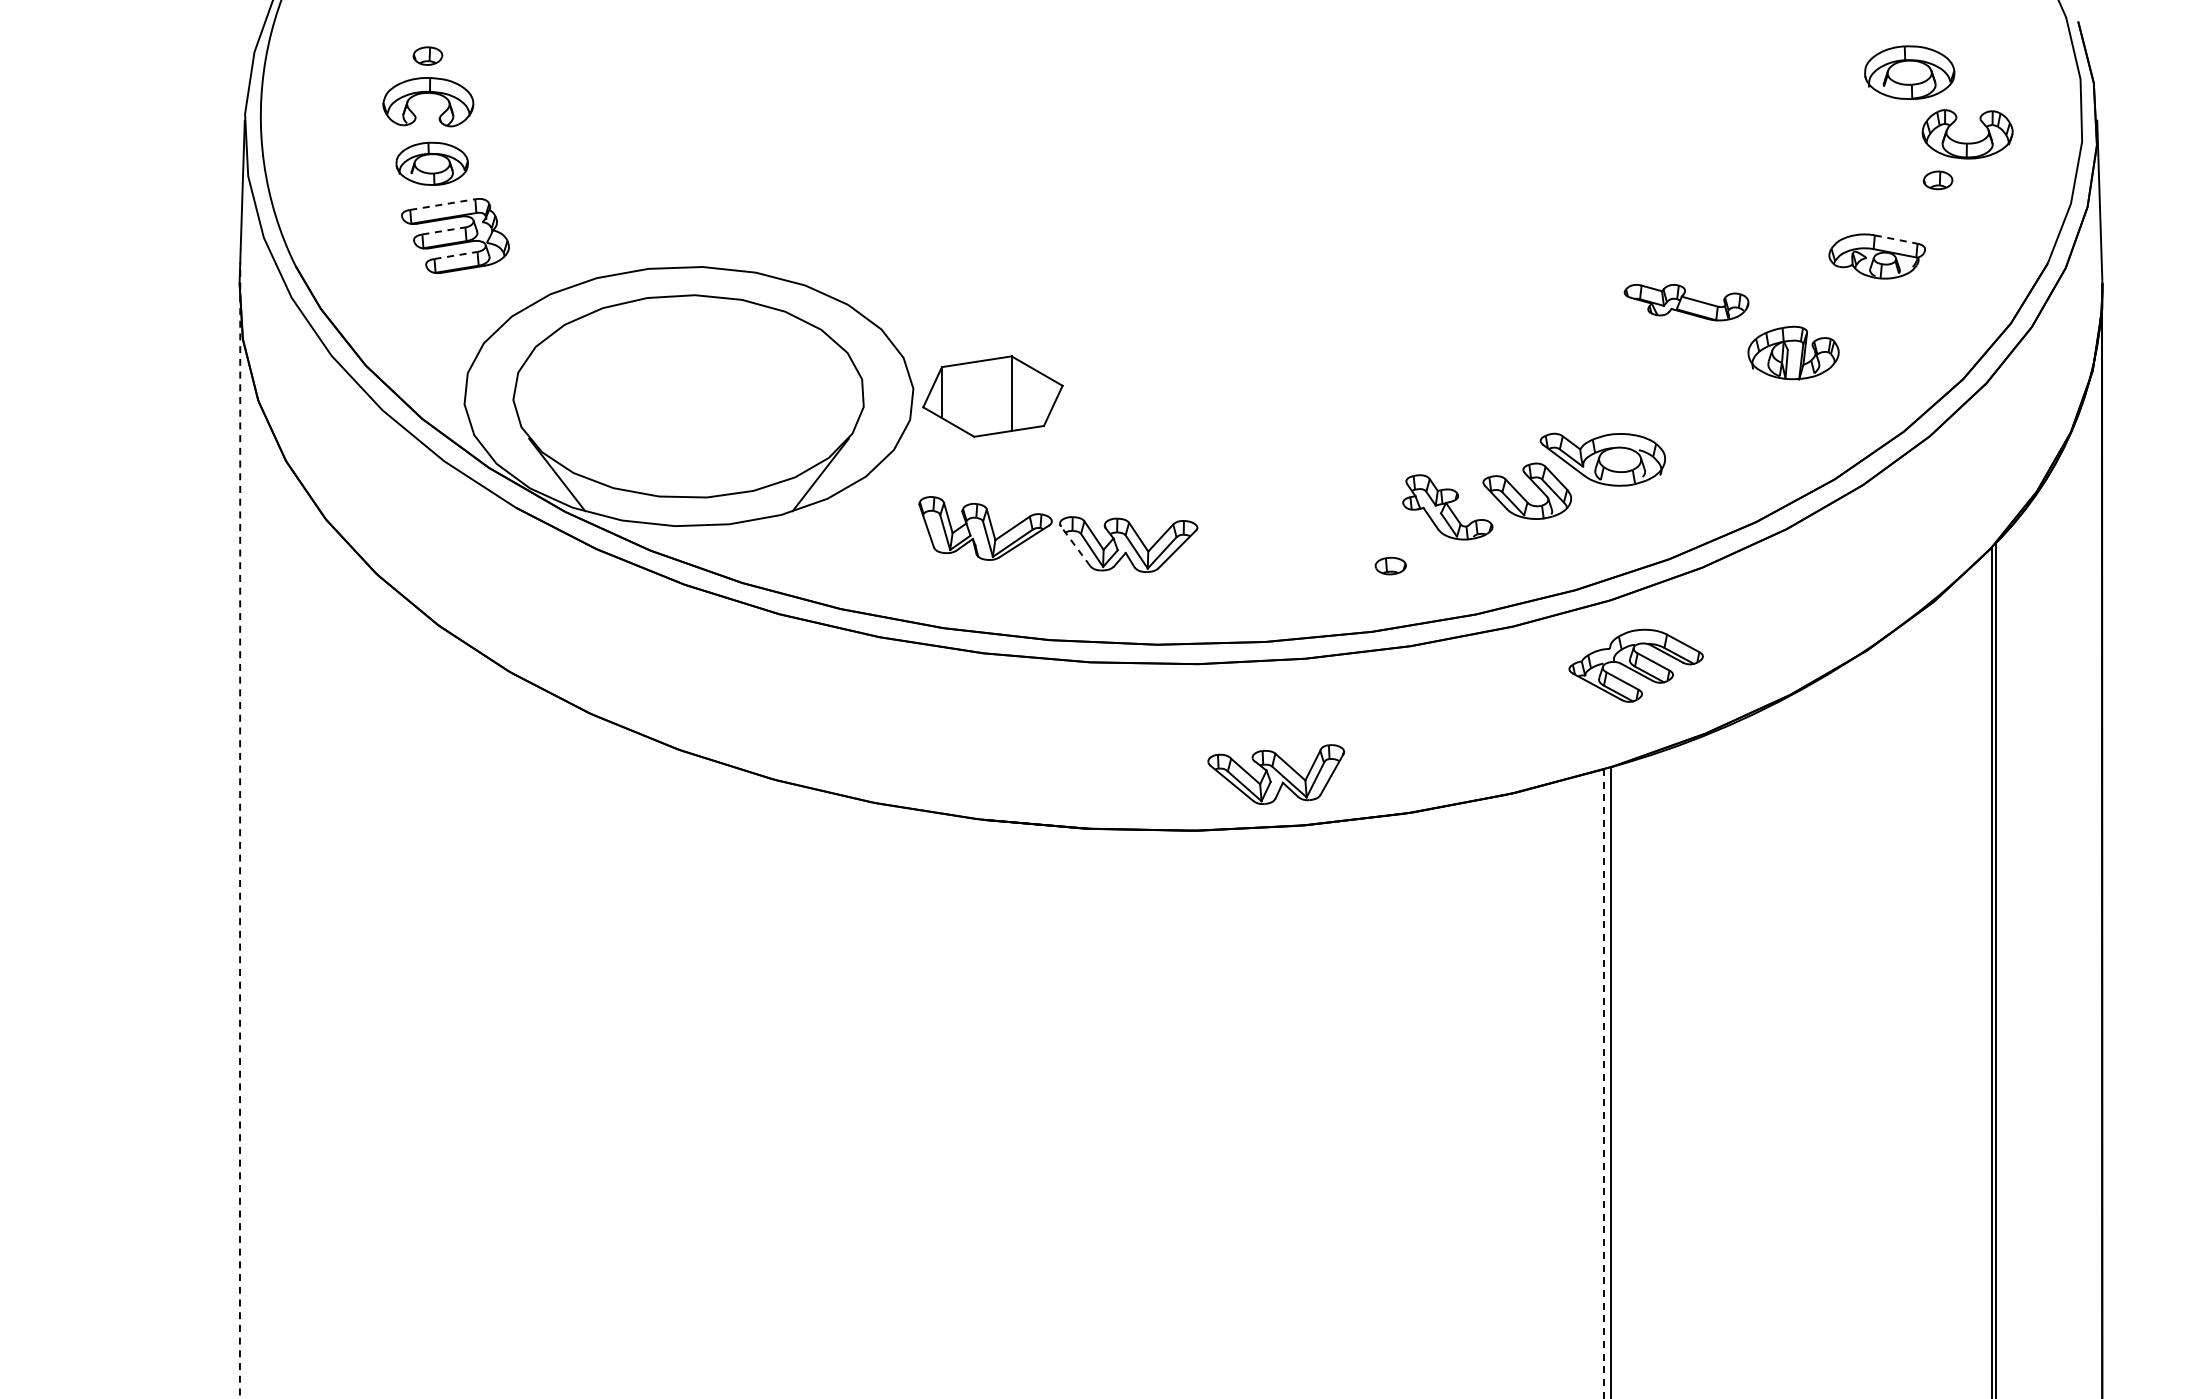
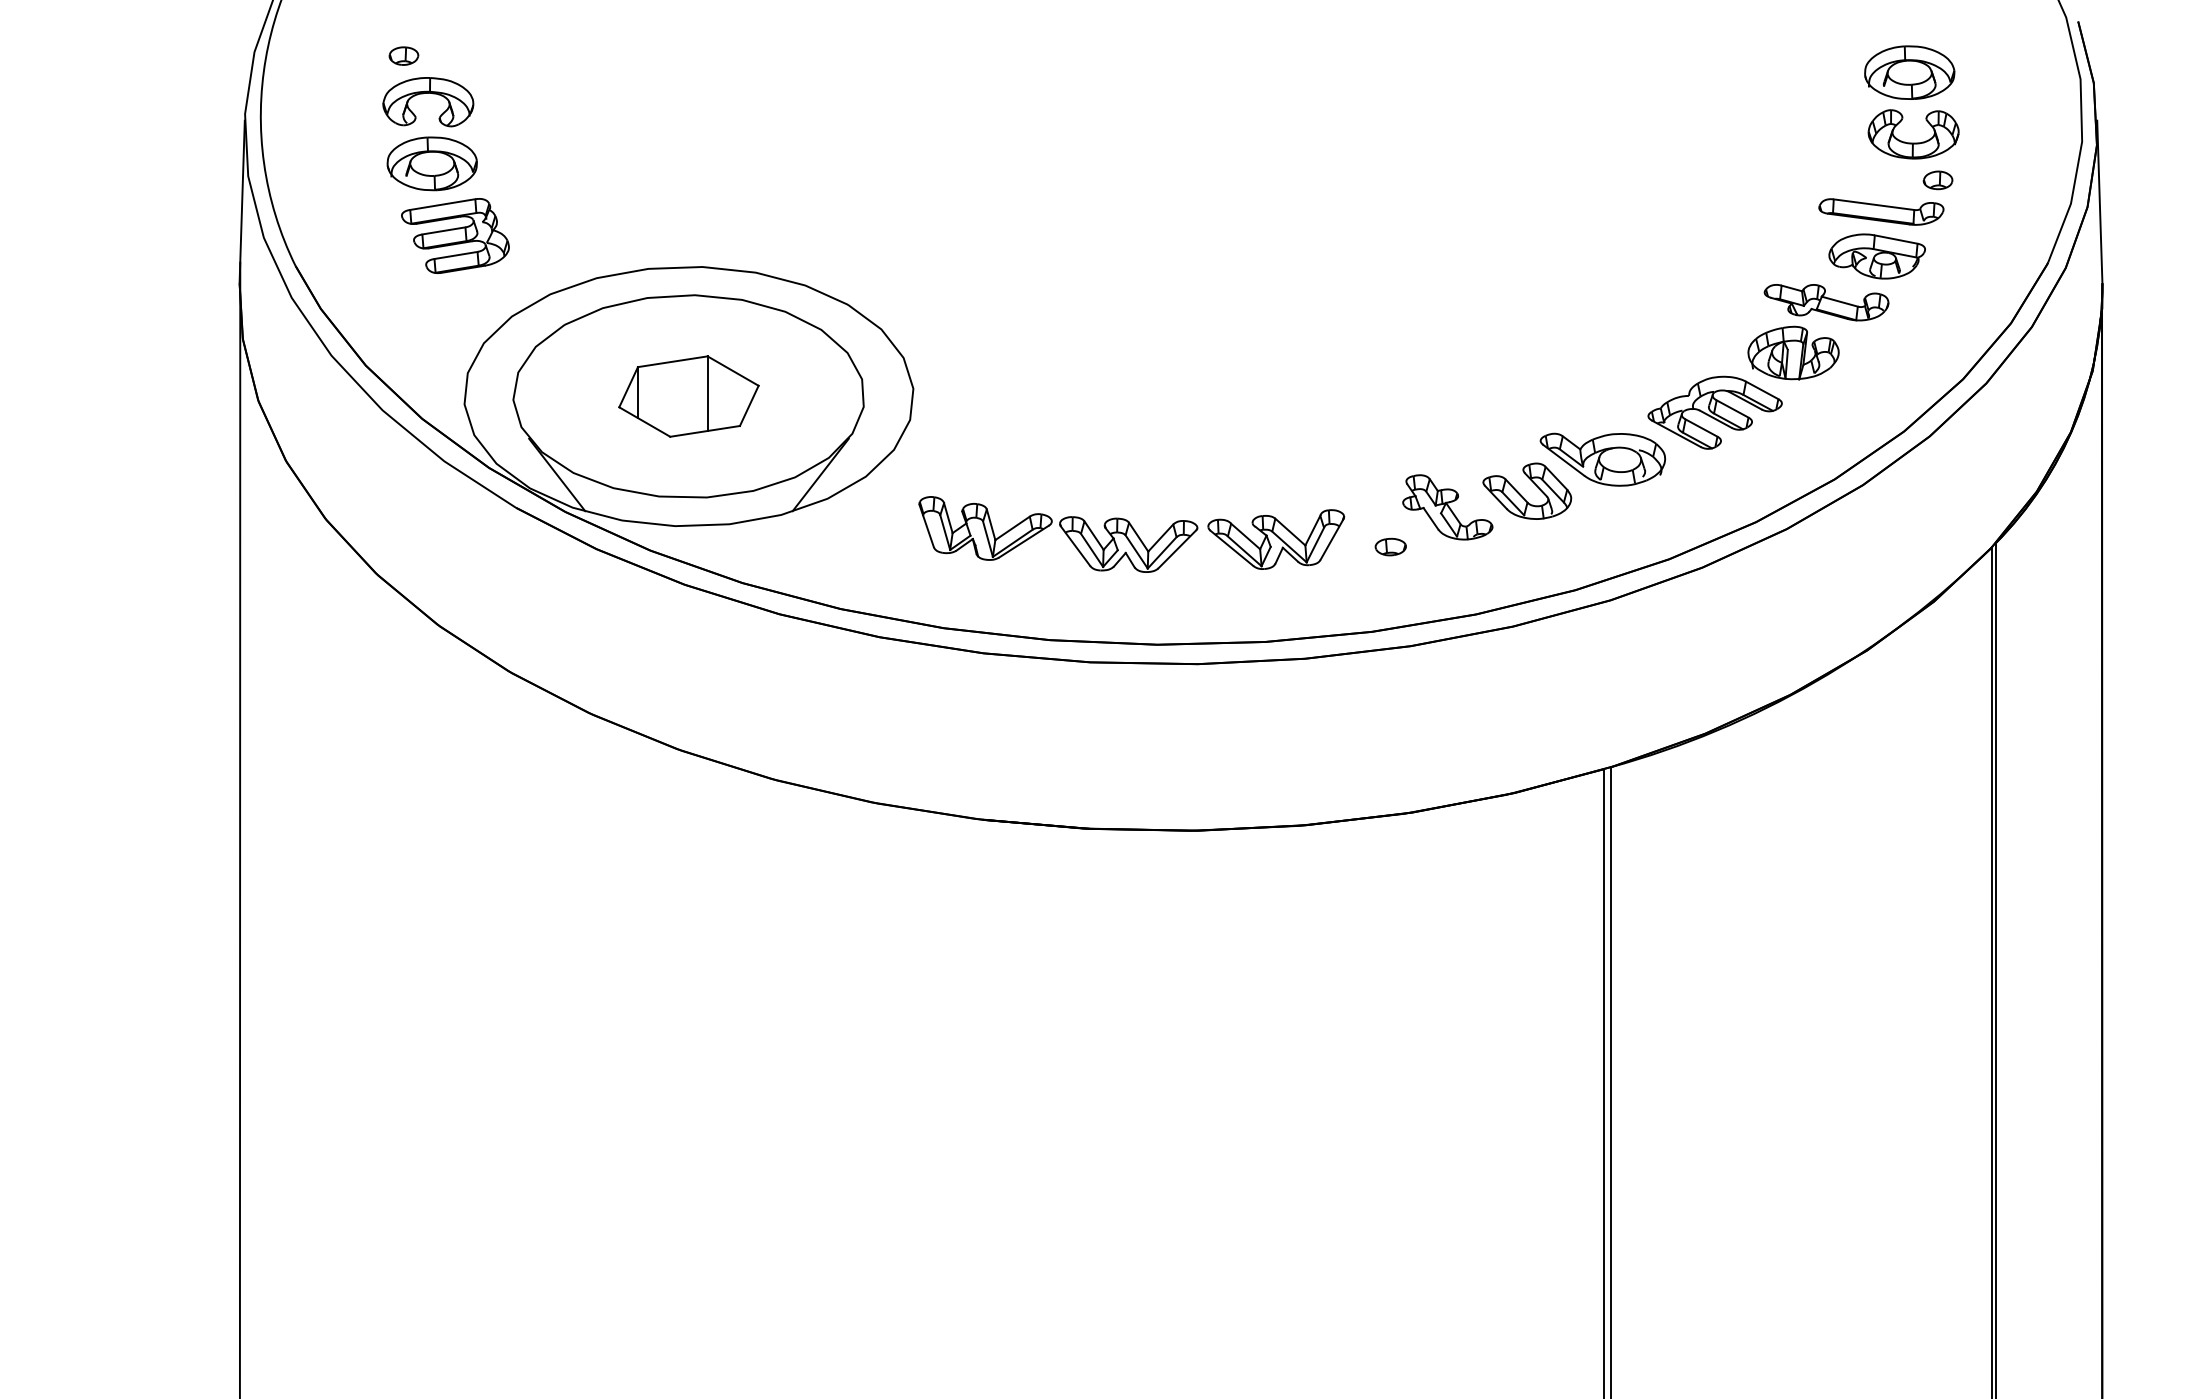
part at (427, 55) position: (427, 55) -> (403, 55)
part at (1967, 142) position: (1967, 142) -> (1913, 142)
part at (431, 163) size: 74x45 px -> 92x56 px
line at (442, 204): dashed -> solid
part at (1881, 211): none -> present
line at (443, 230): dashed -> solid
line at (1896, 239): dashed -> solid
line at (456, 255): dashed -> solid
part at (1686, 302) position: (1686, 302) -> (1826, 302)
part at (992, 396) position: (992, 396) -> (688, 396)
line at (1075, 545): dashed -> solid
part at (1390, 565) position: (1390, 565) -> (1390, 546)
part at (1635, 665) position: (1635, 665) -> (1714, 412)
part at (1276, 774) position: (1276, 774) -> (1276, 539)
line at (240, 830): dashed -> solid
line at (1604, 1083): dashed -> solid
